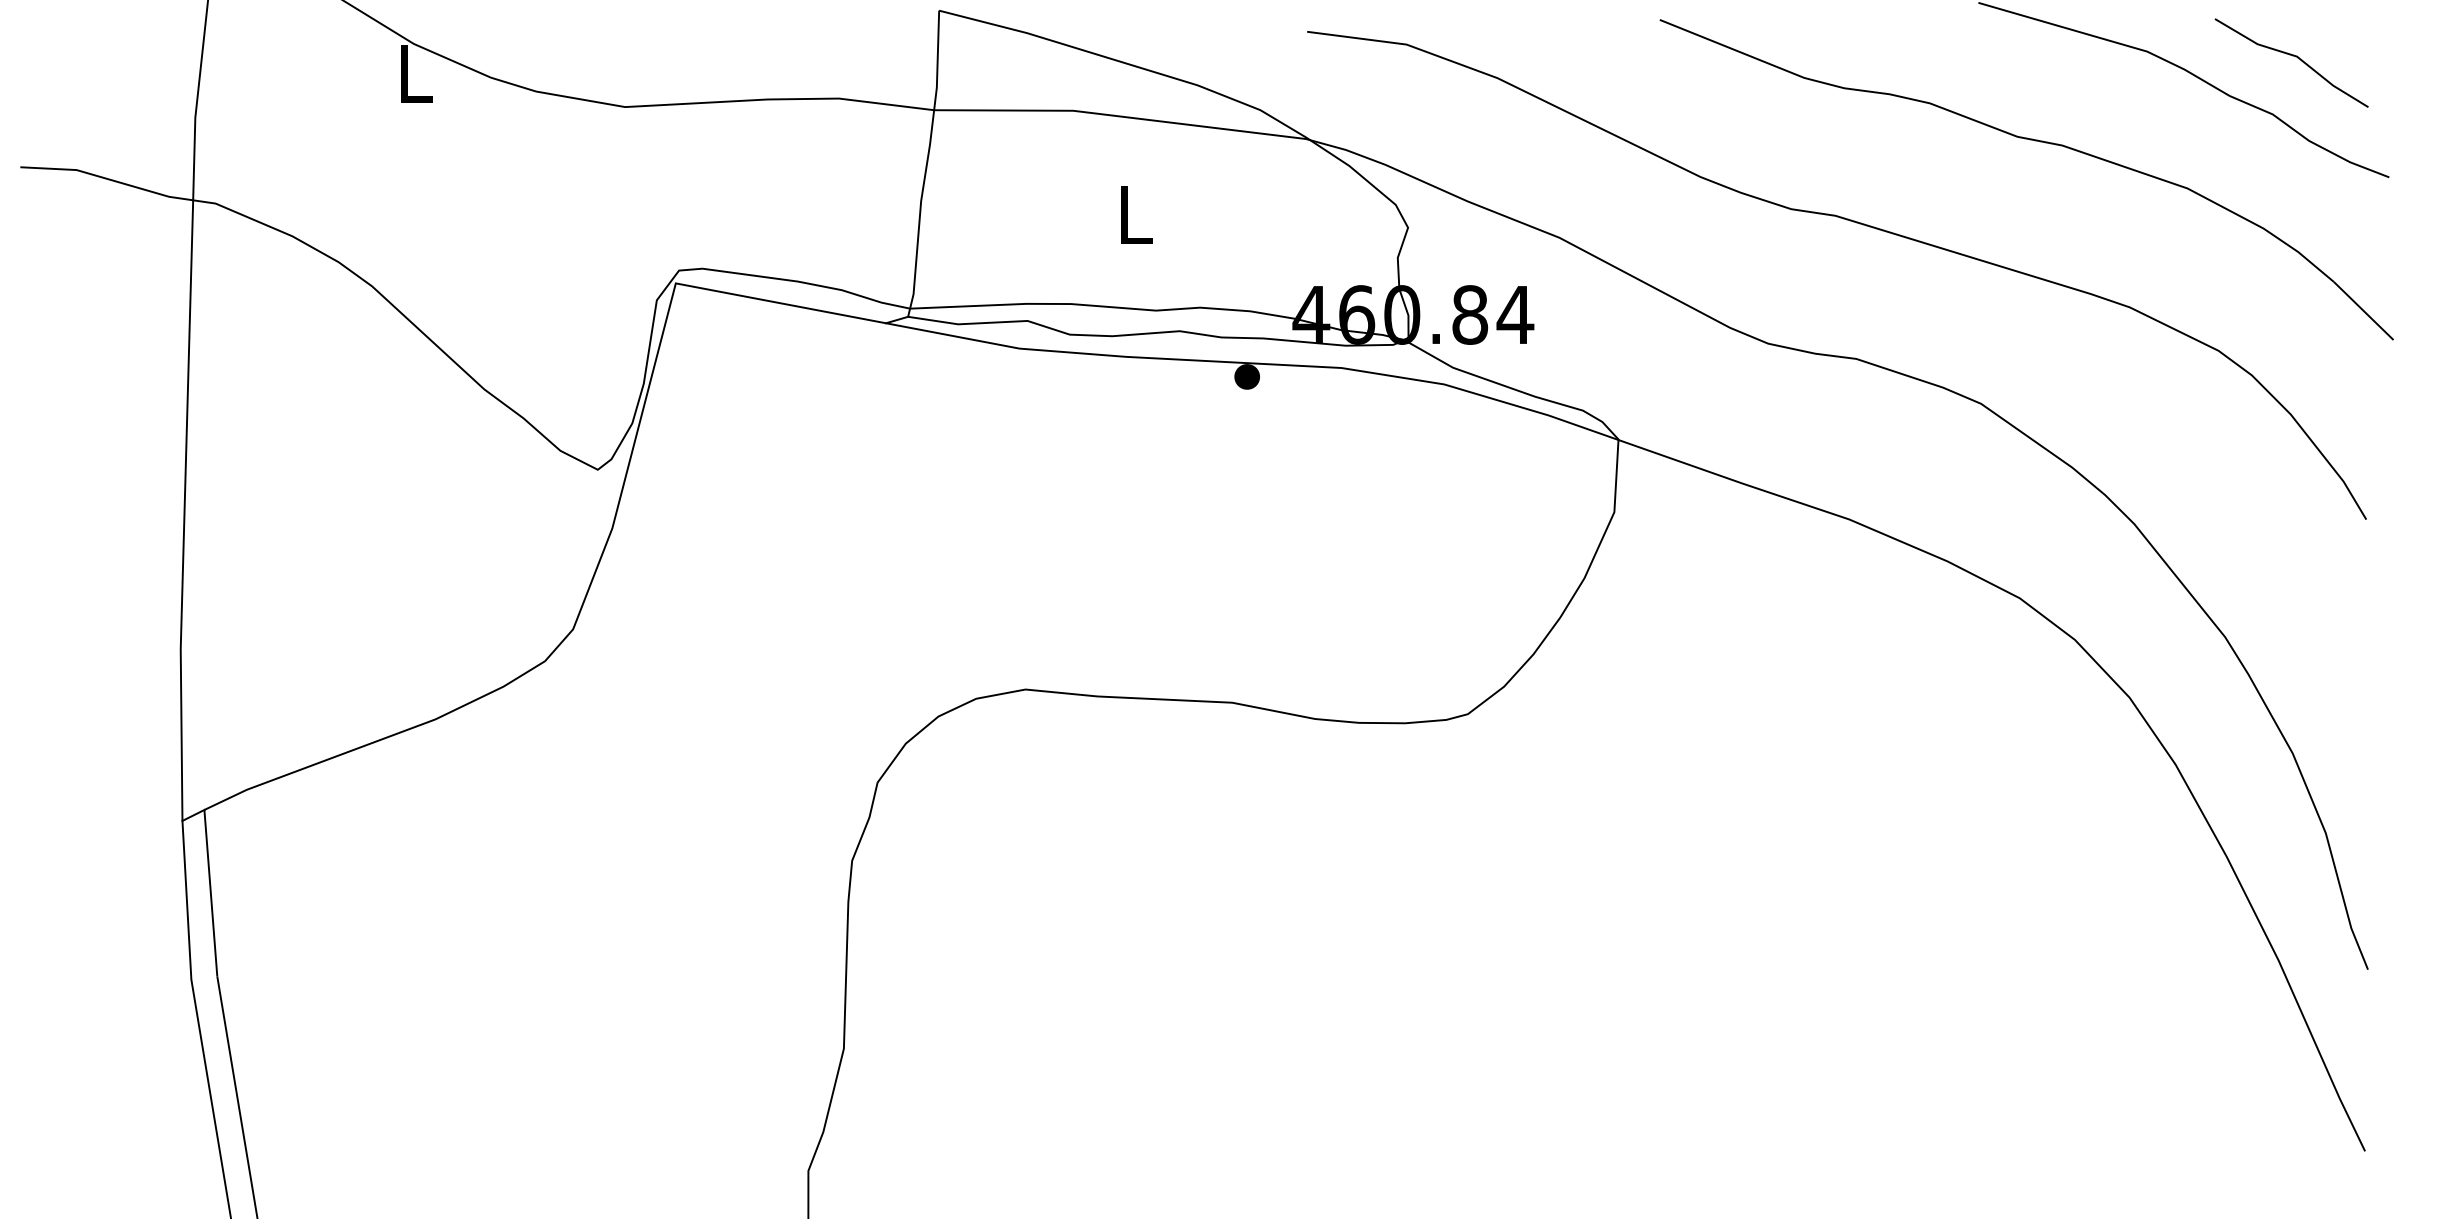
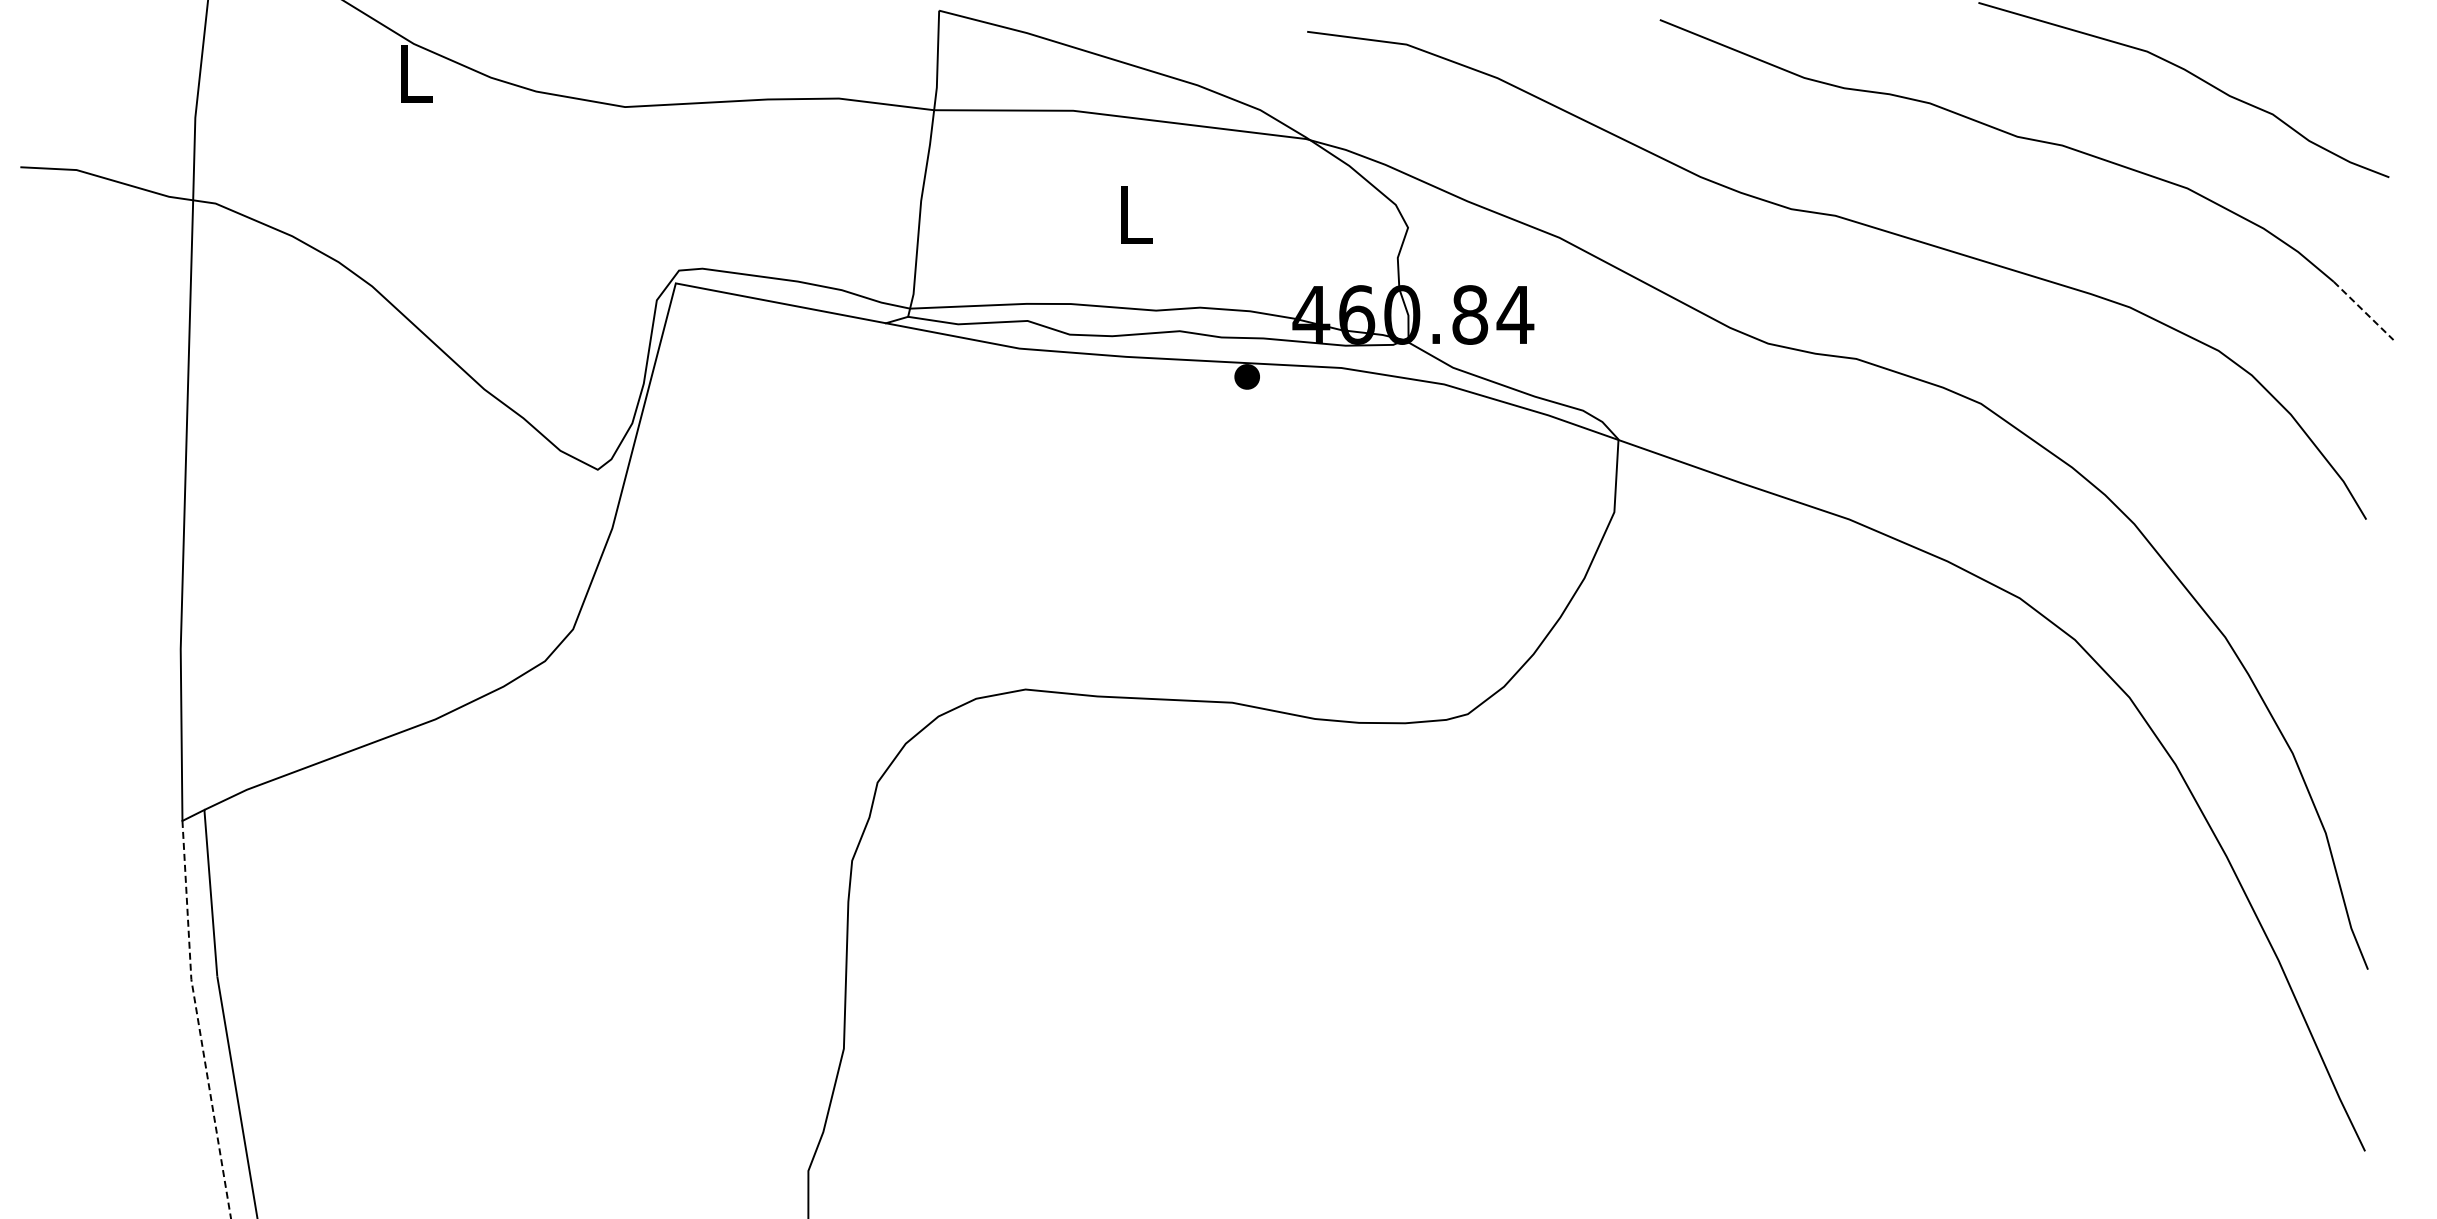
line at (2292, 56): present -> none
line at (2363, 310): solid -> dashed
line at (198, 1020): solid -> dashed
